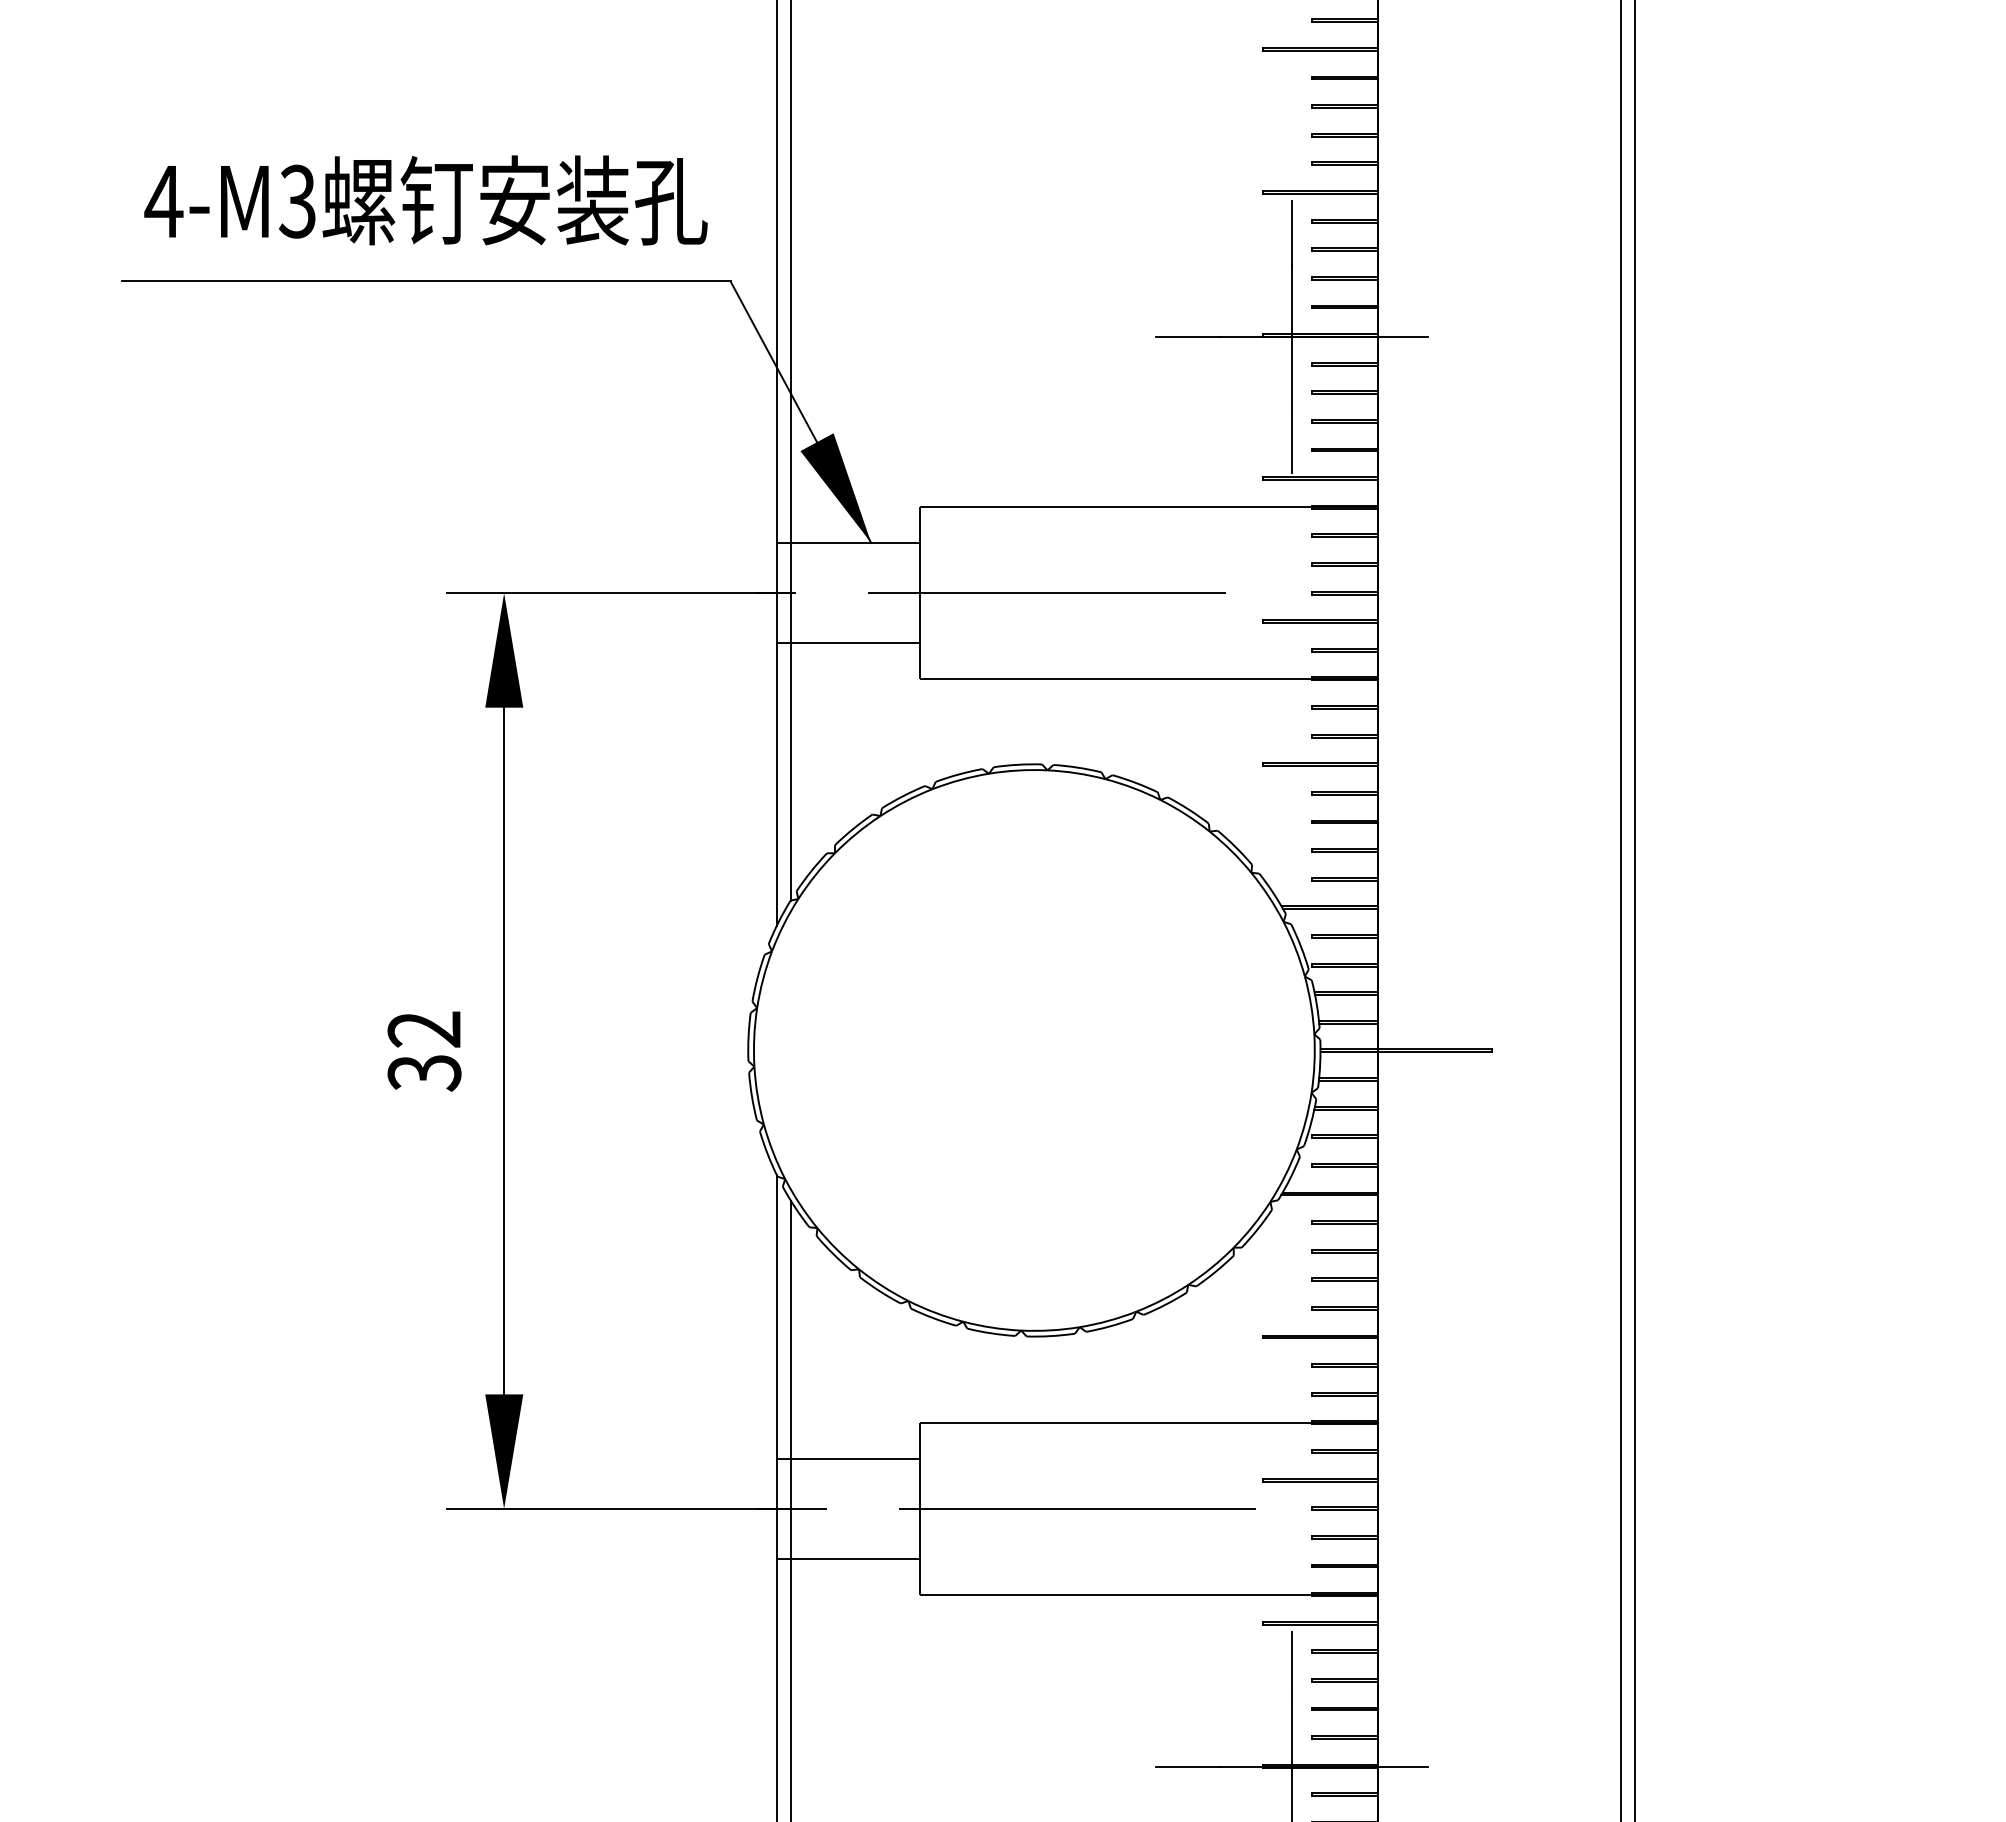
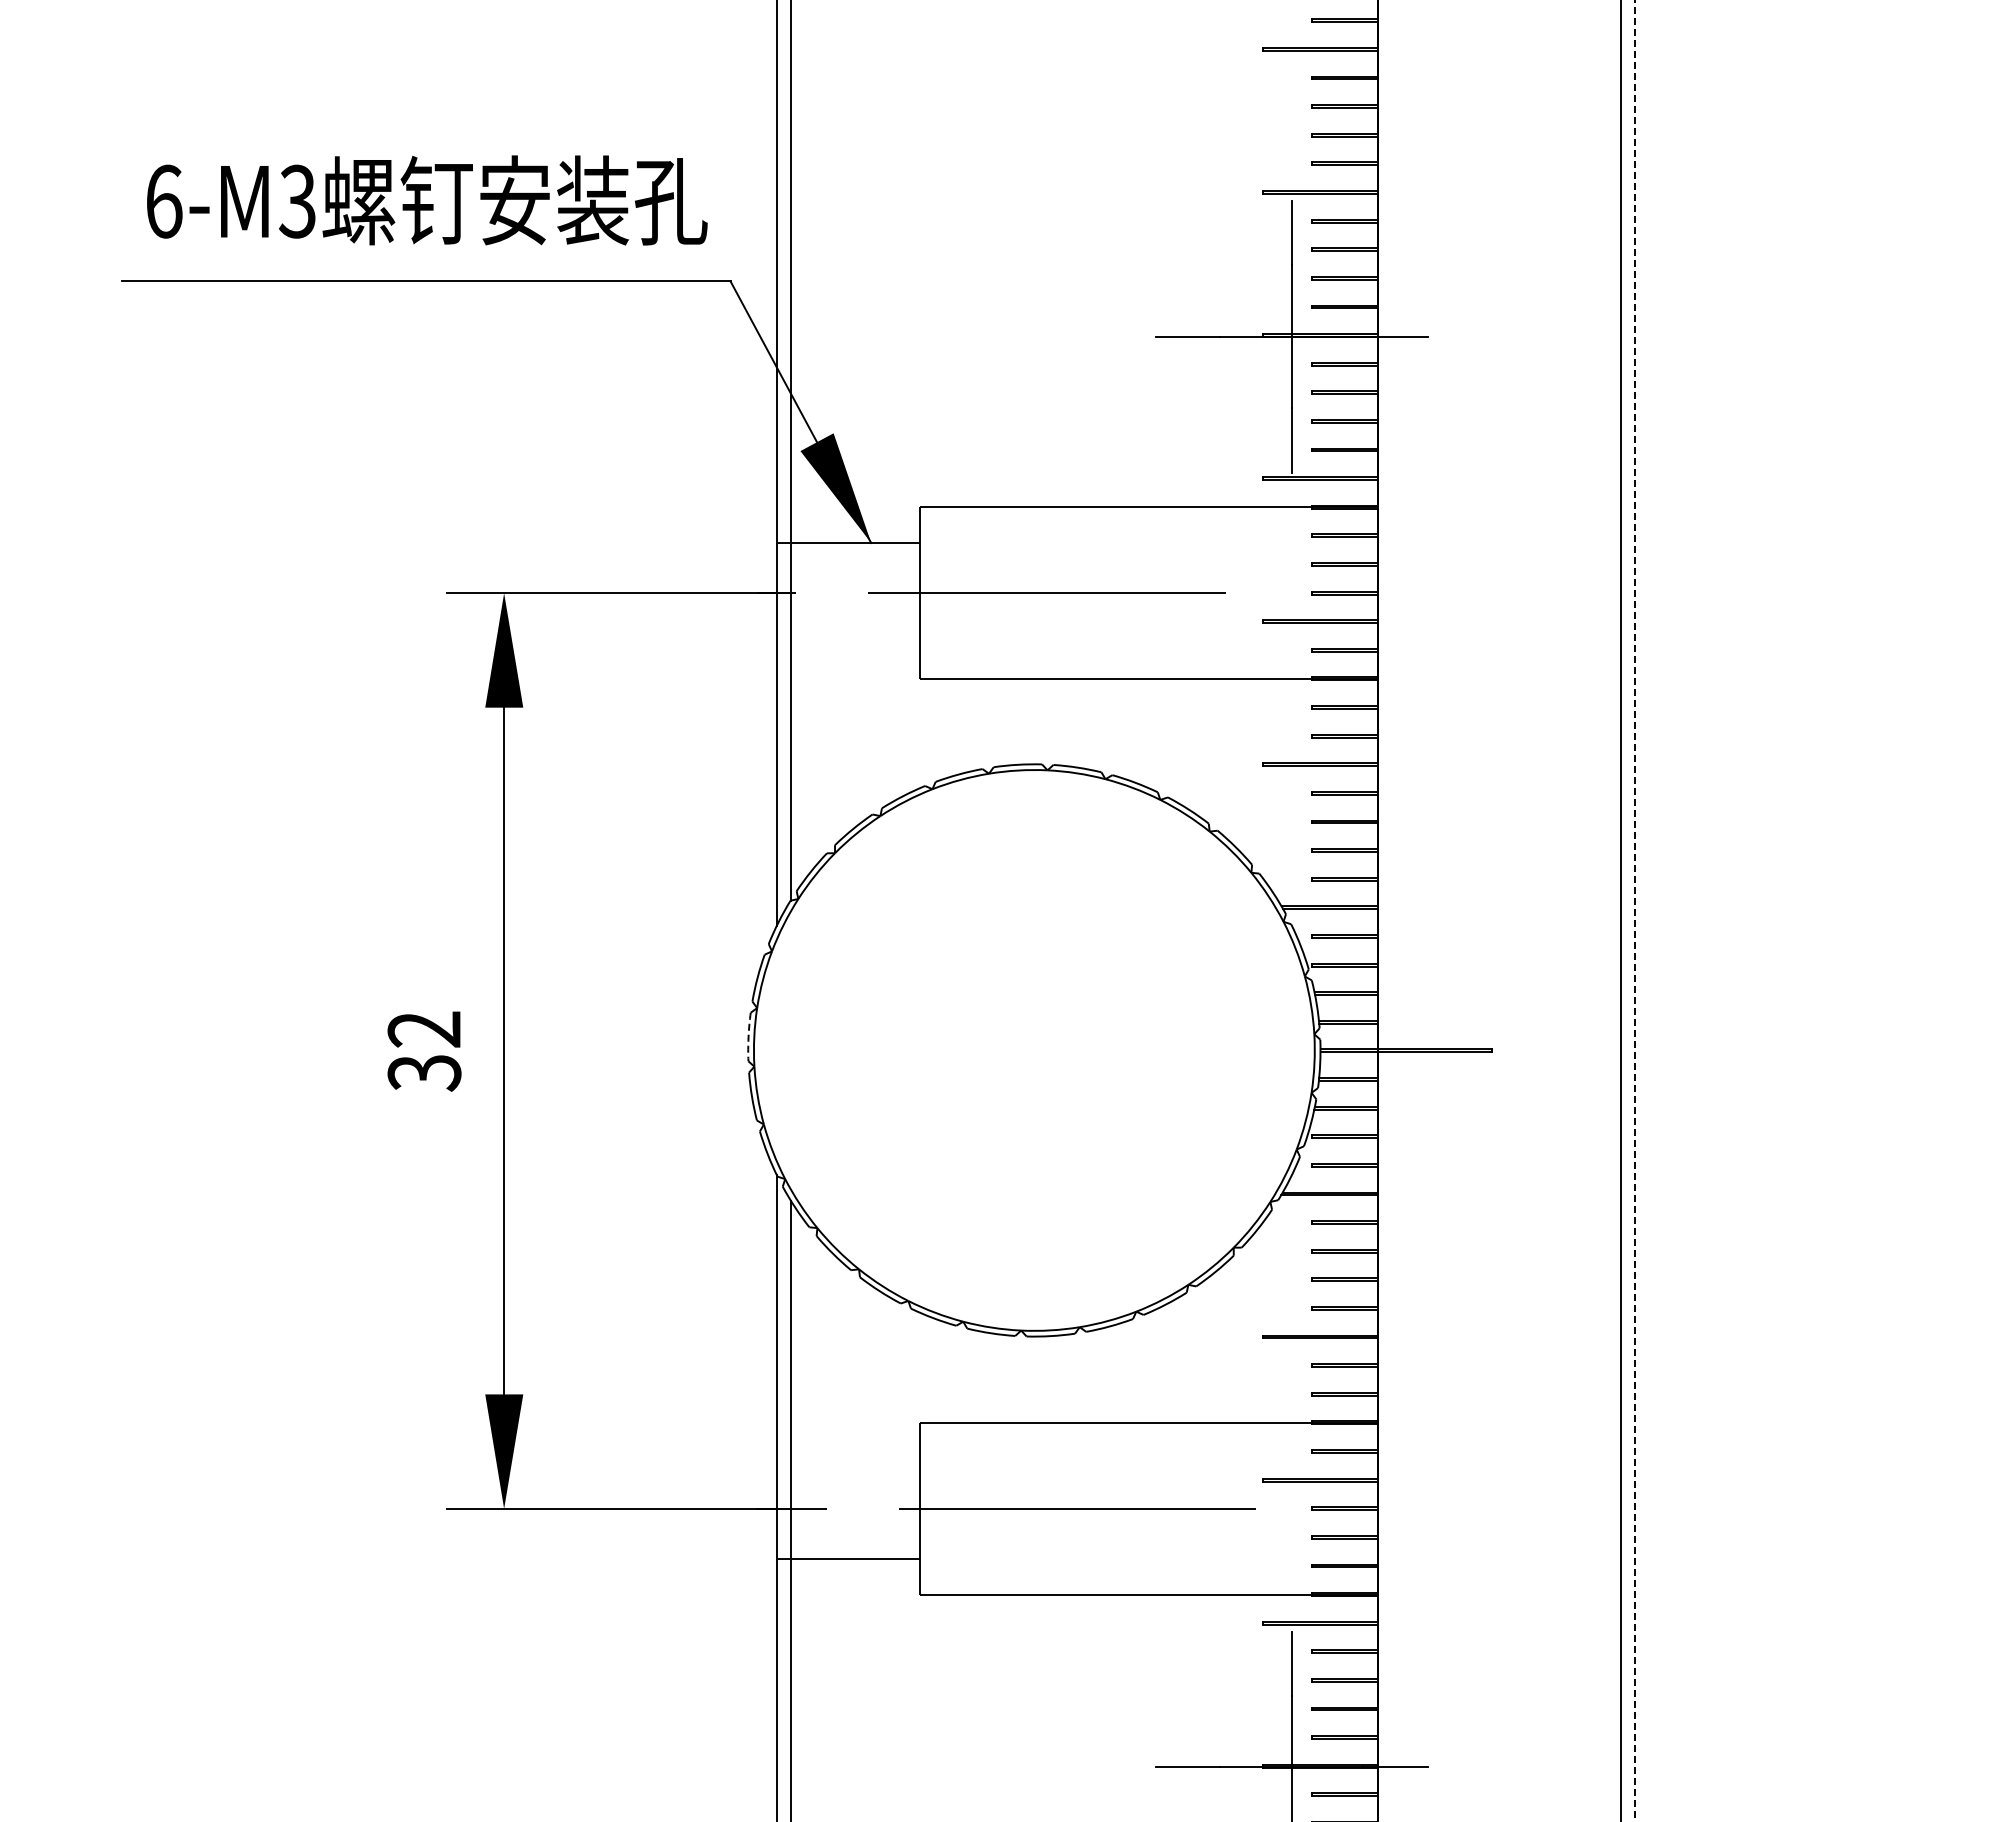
text at (163, 201): 4-M3 -> 6-M3
line at (847, 643): present -> none
line at (1635, 910): solid -> dashed
arc at (748, 1037): solid -> dashed
line at (847, 1458): present -> none
